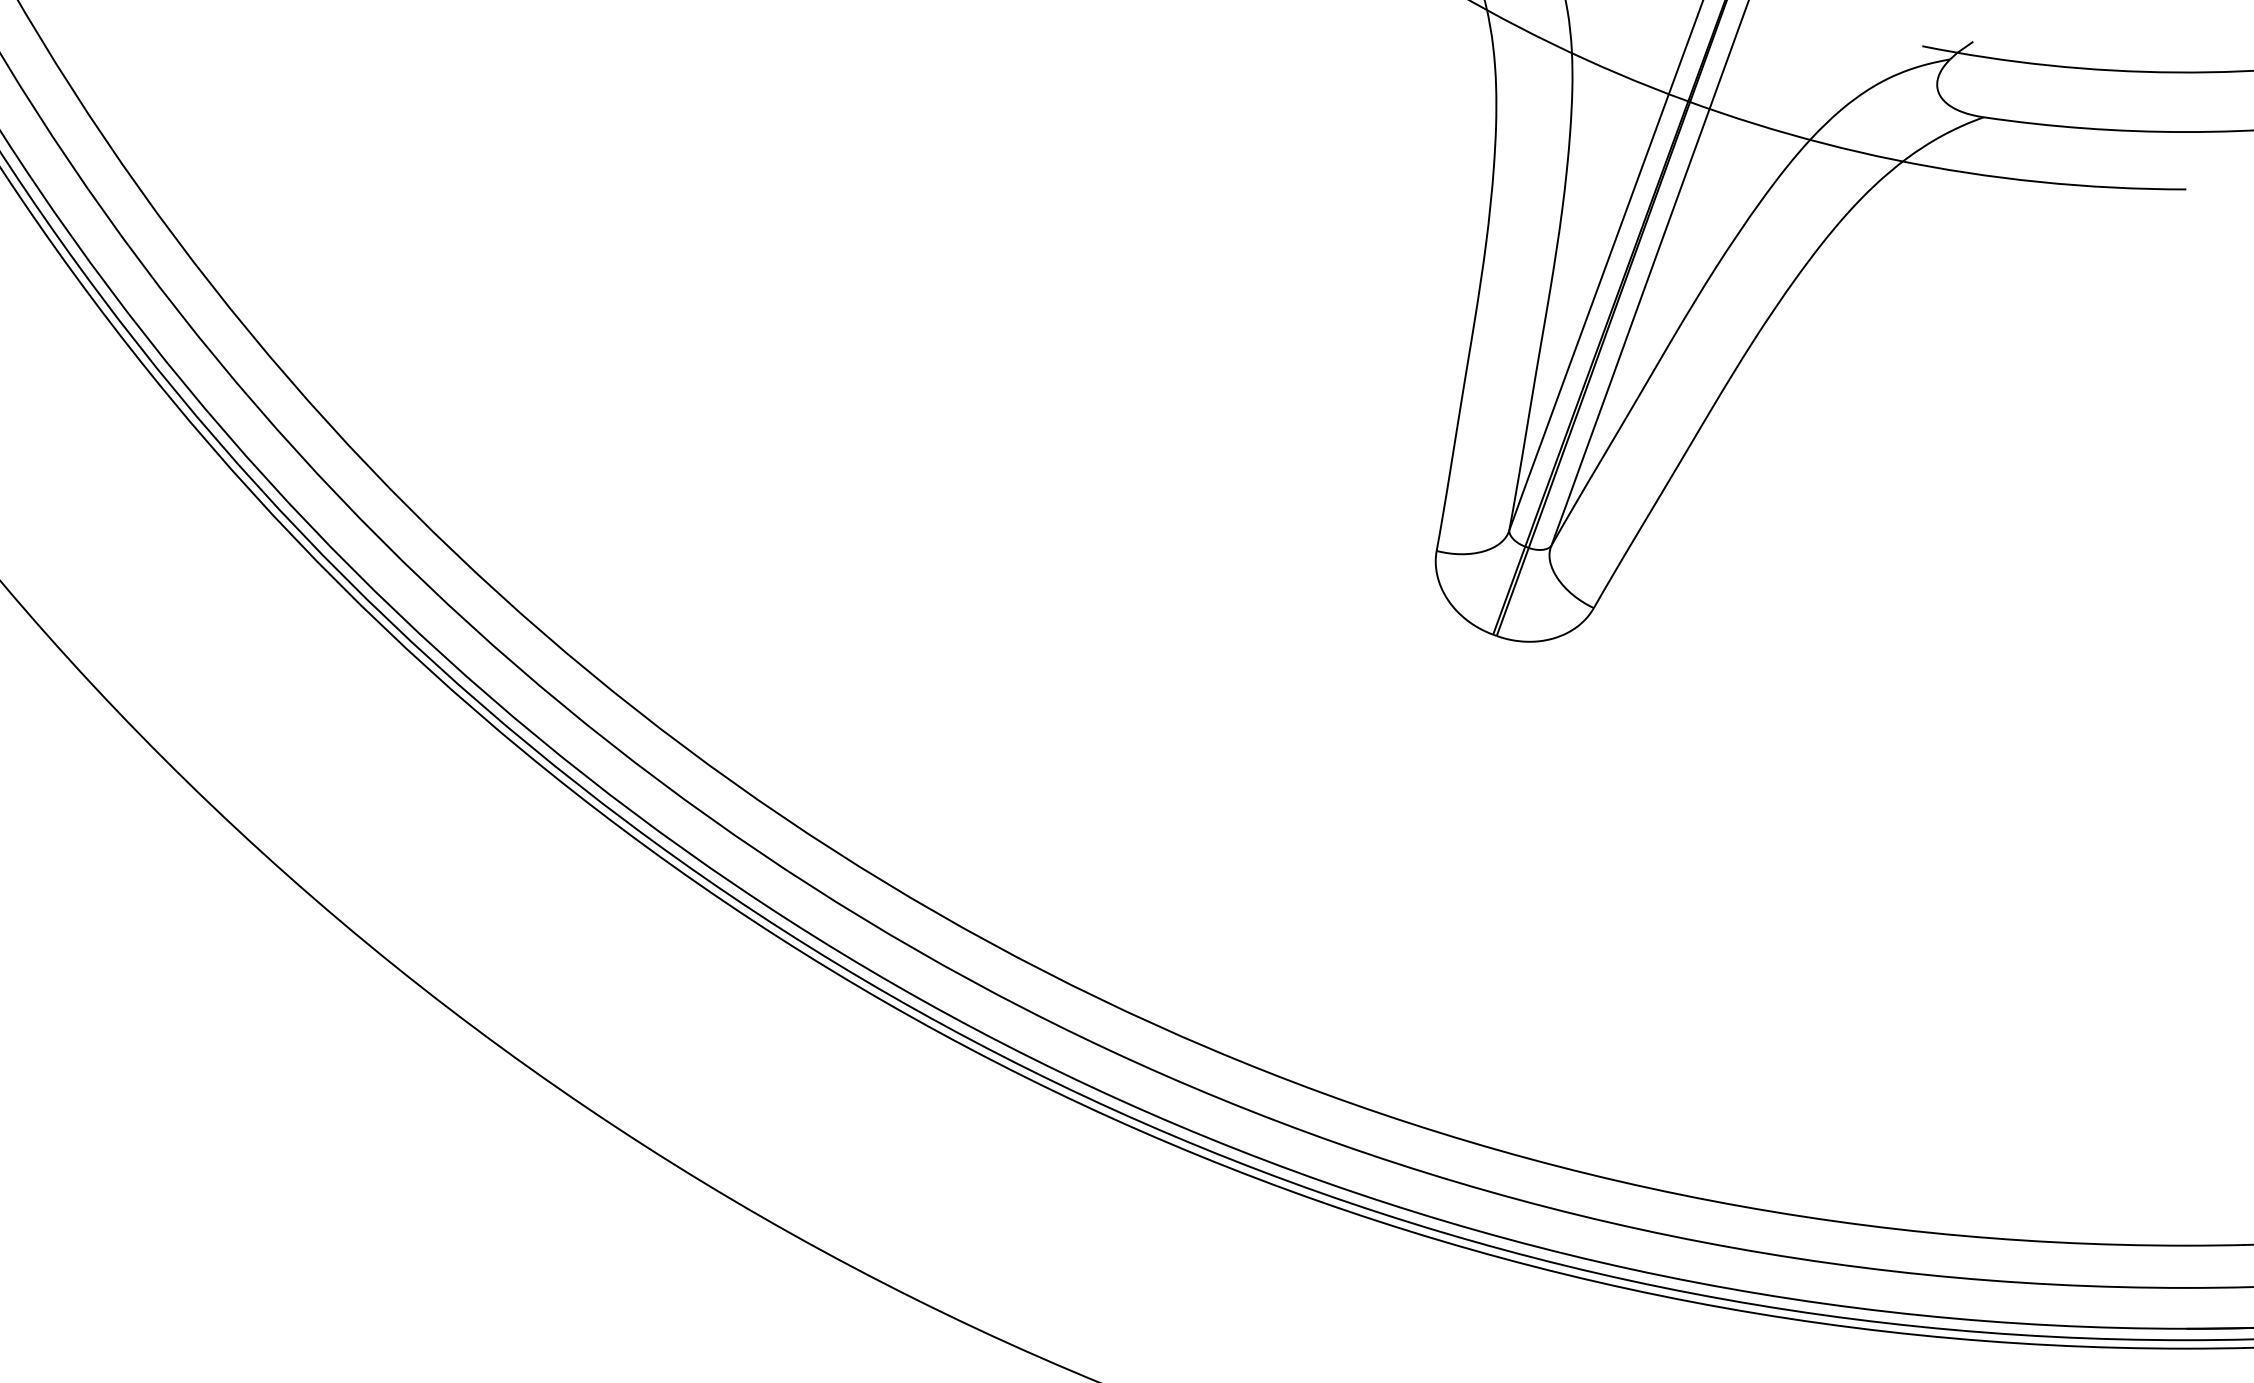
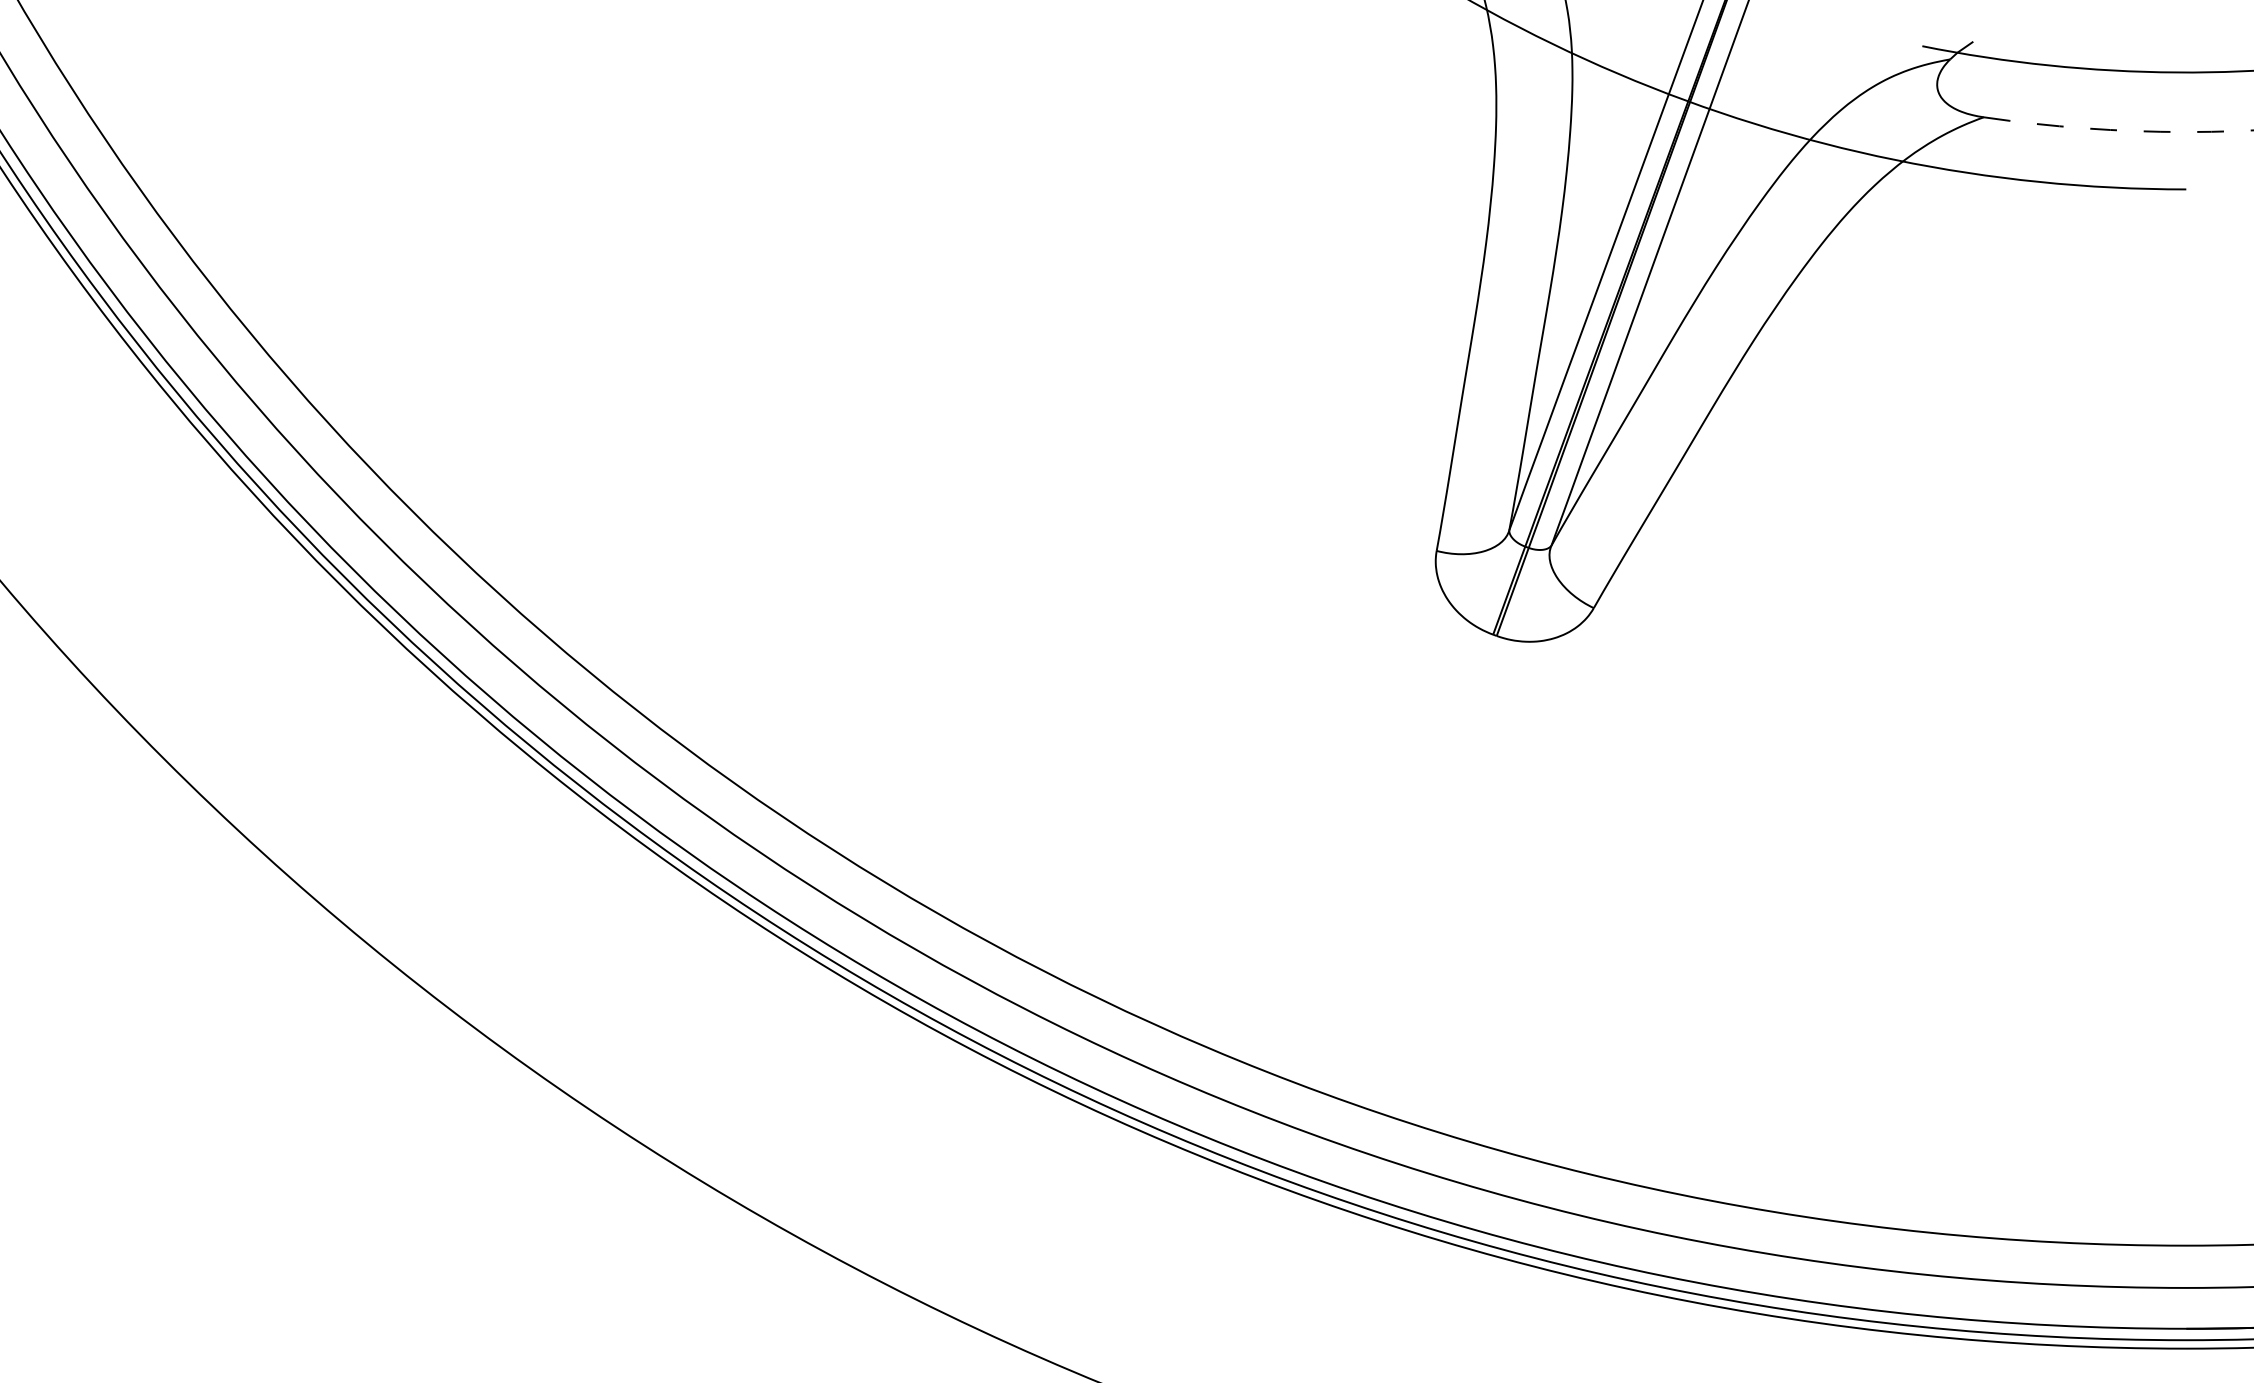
arc at (2118, 130): solid -> dashed
